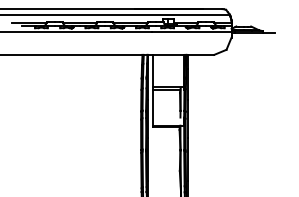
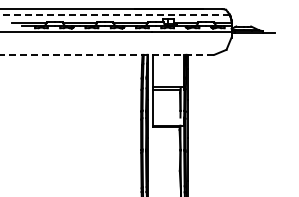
line at (114, 14): solid -> dashed
line at (107, 54): solid -> dashed
